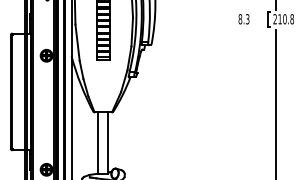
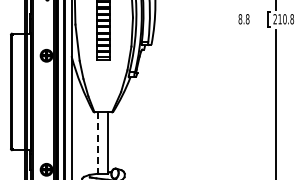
text at (247, 19): 8.3 -> 8.8
line at (98, 142): solid -> dashed
